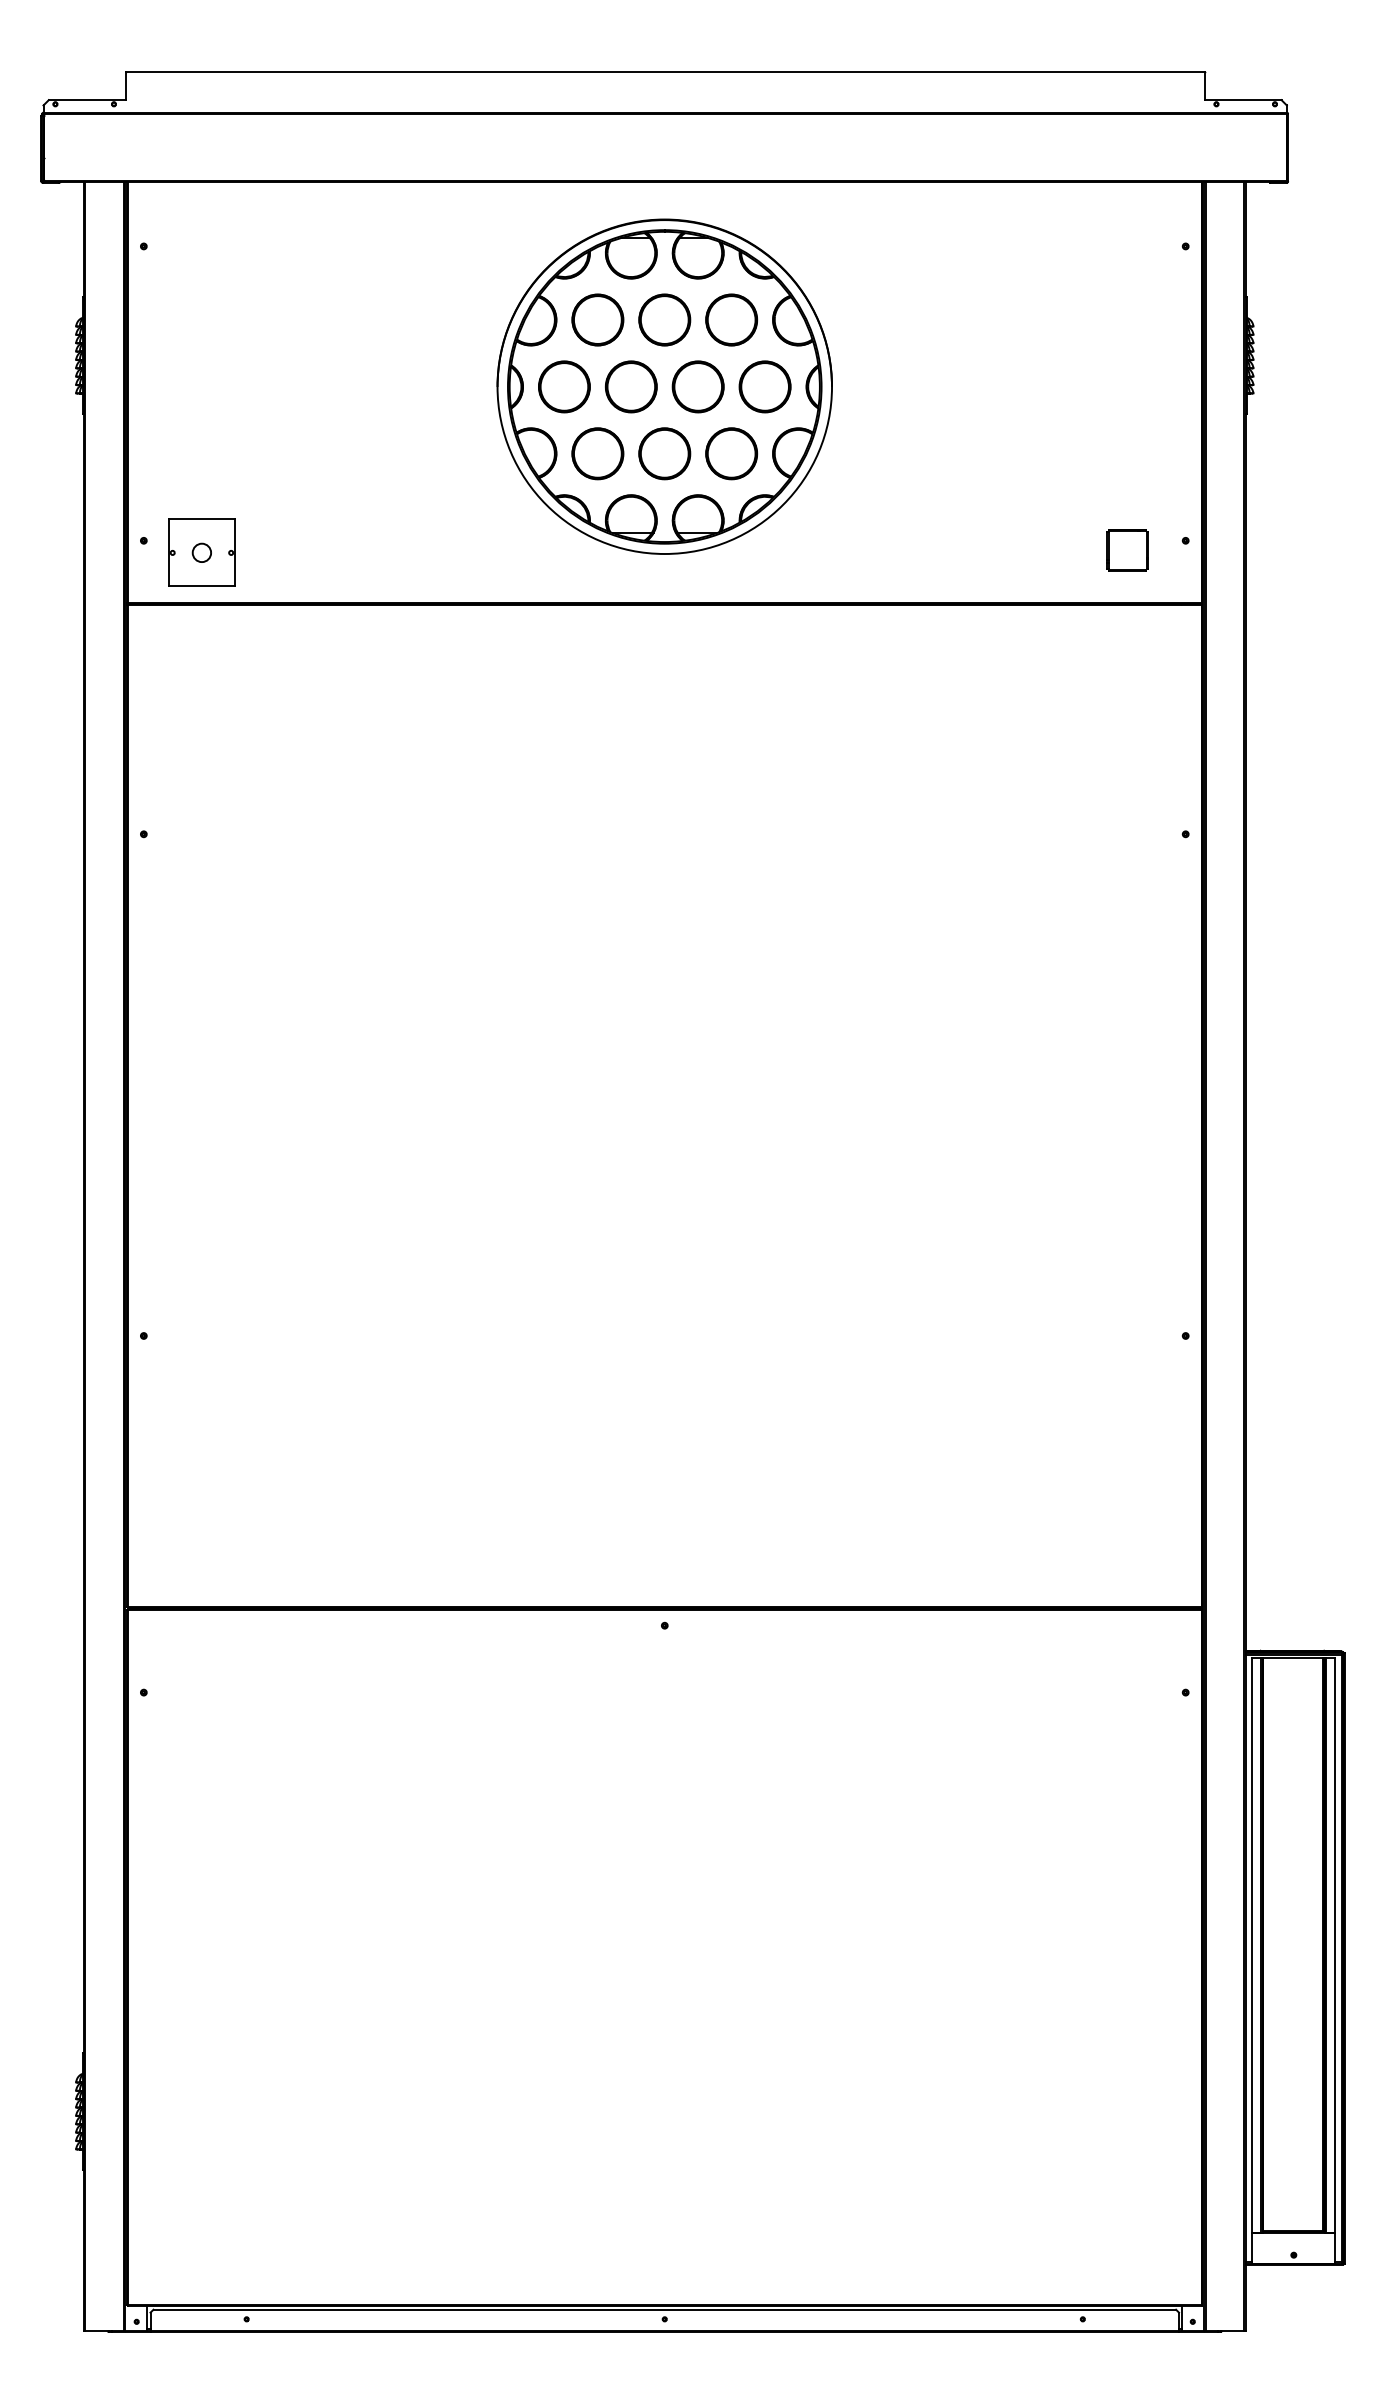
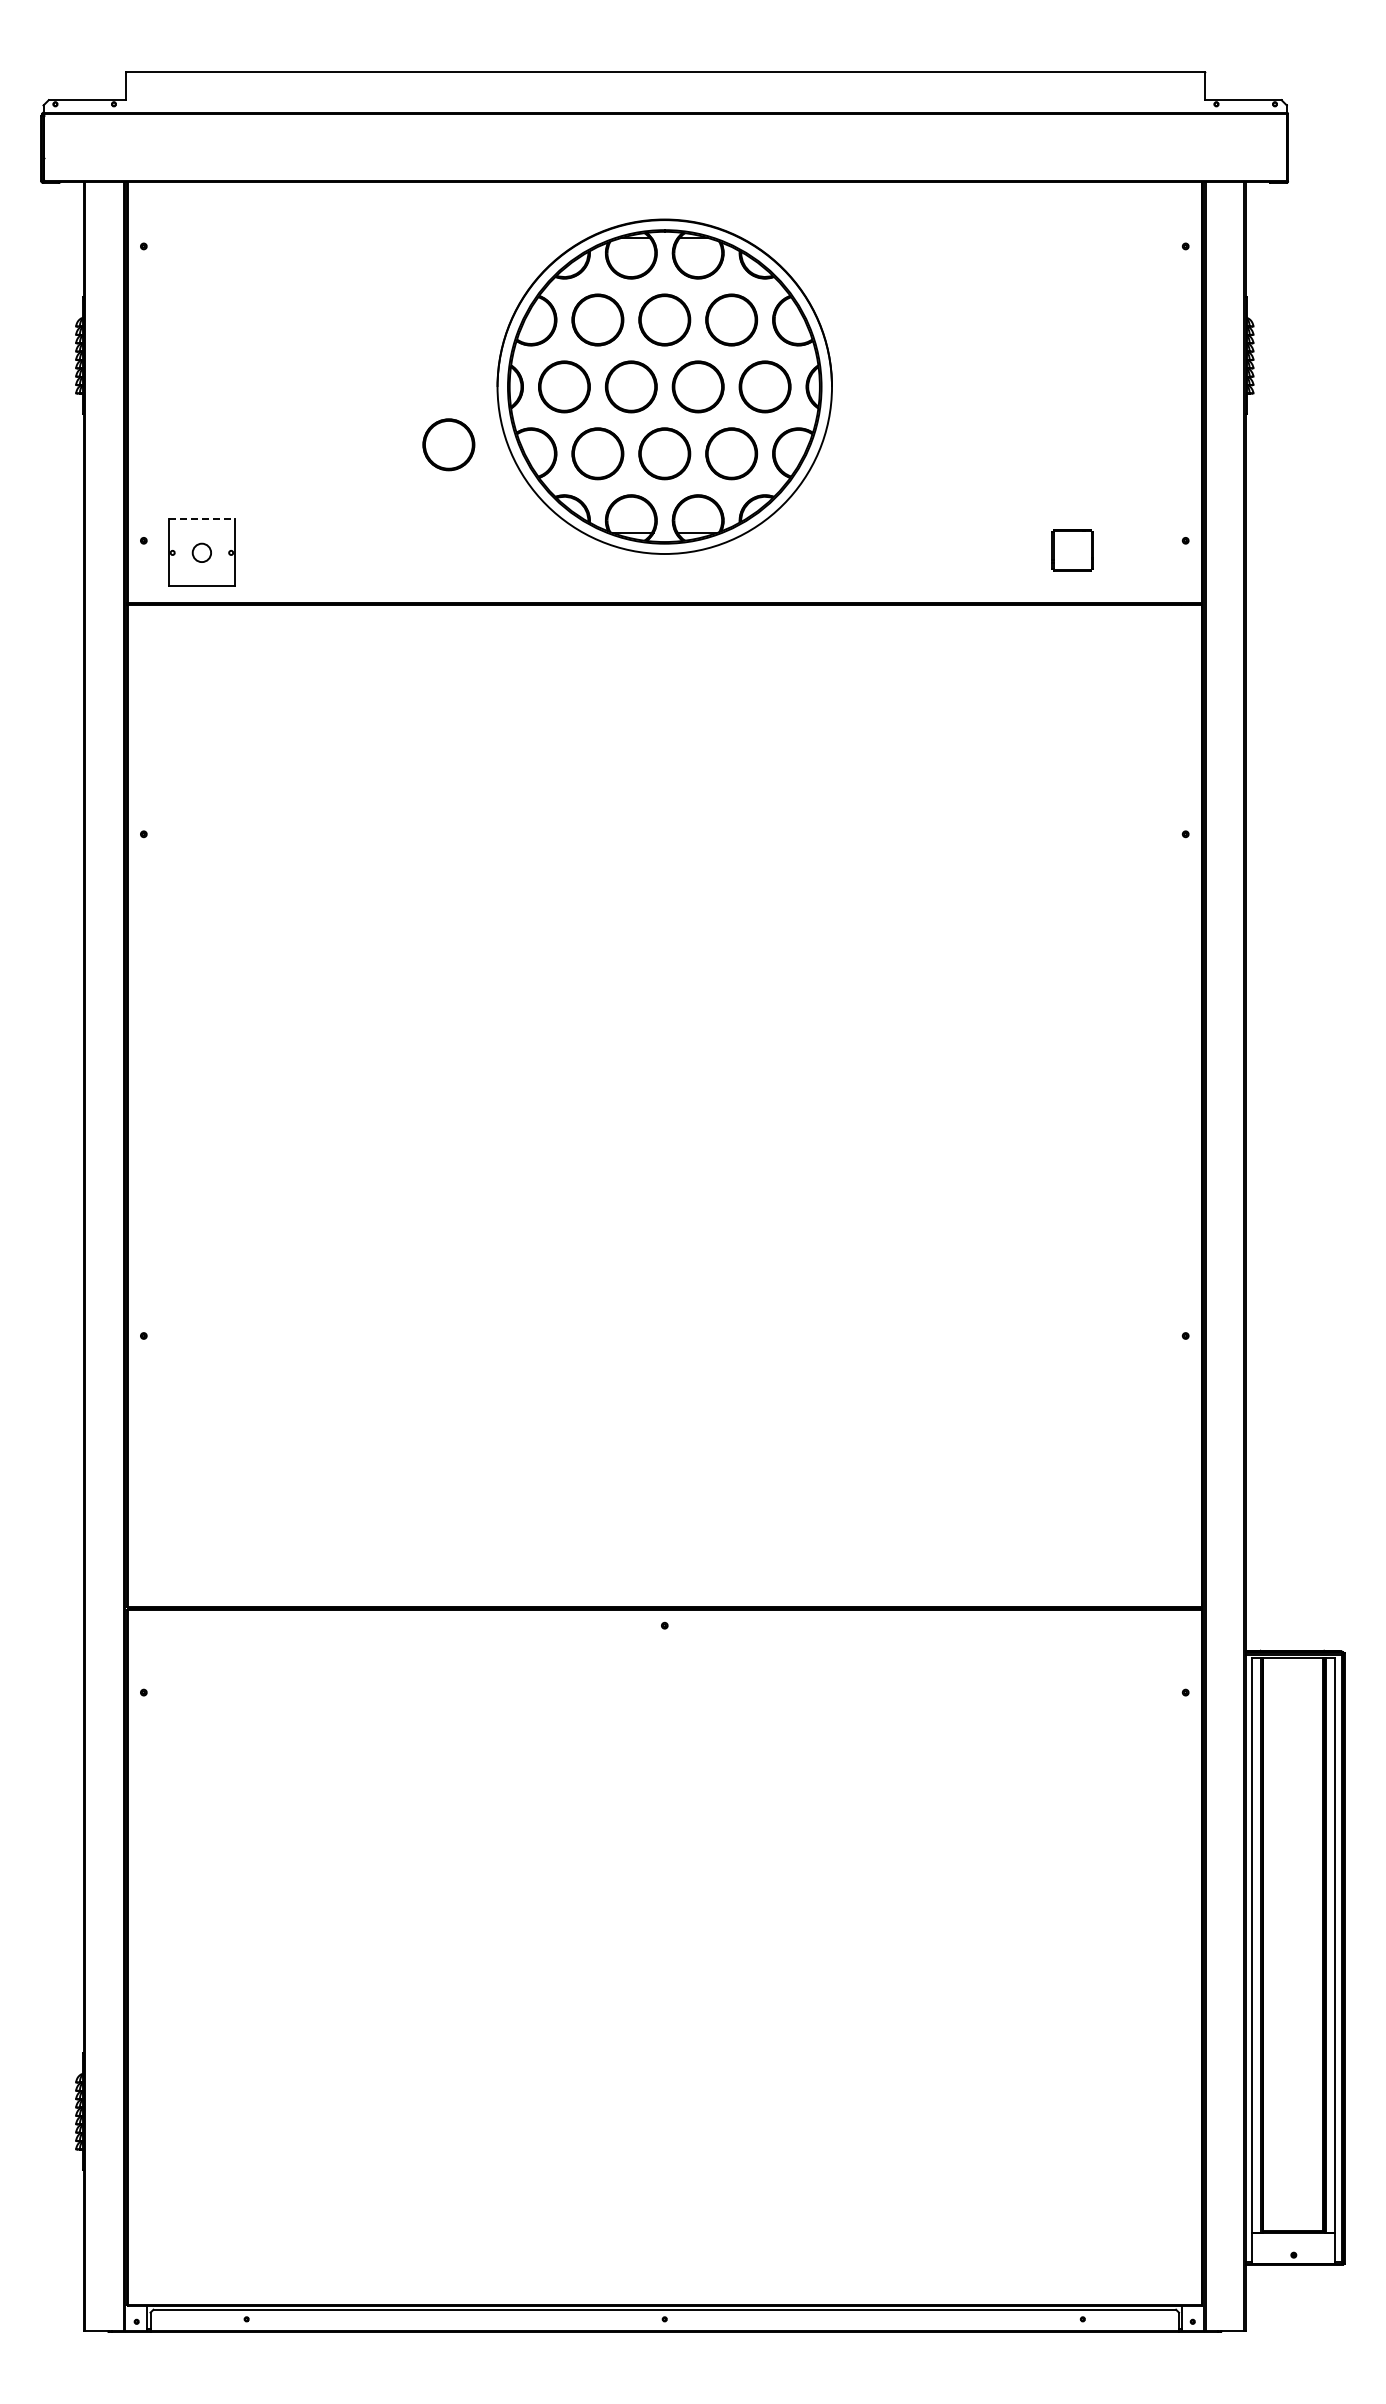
part at (448, 444): none -> present
line at (202, 519): solid -> dashed
part at (1127, 550) position: (1127, 550) -> (1072, 550)
